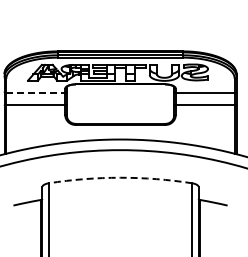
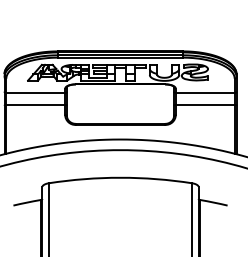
line at (36, 93): dashed -> solid
arc at (120, 177): dashed -> solid
